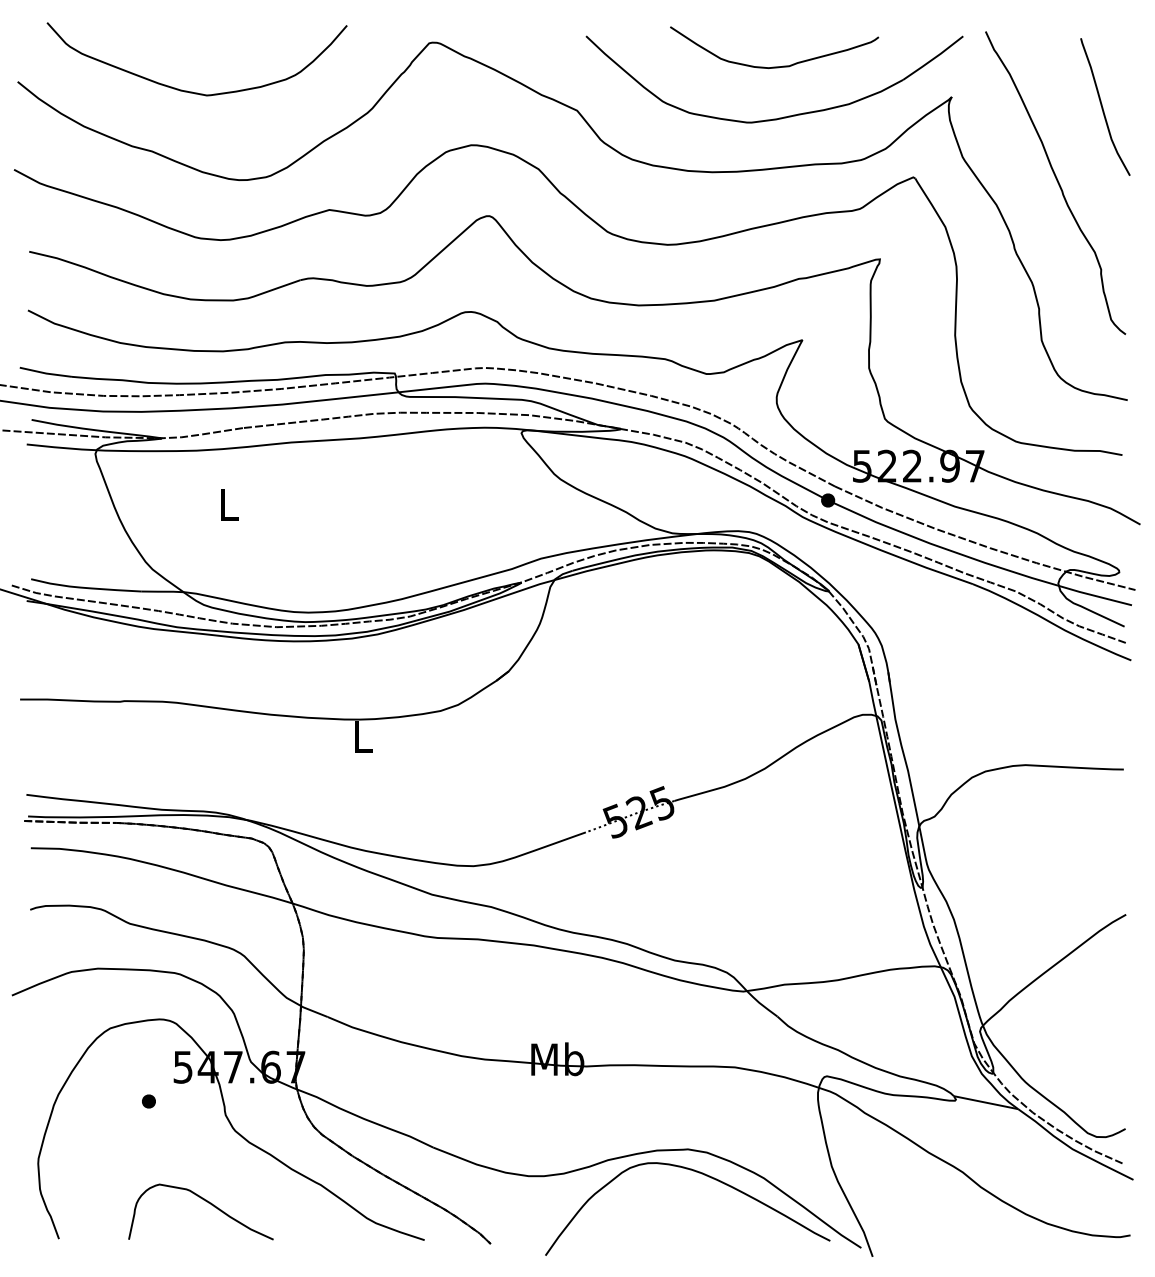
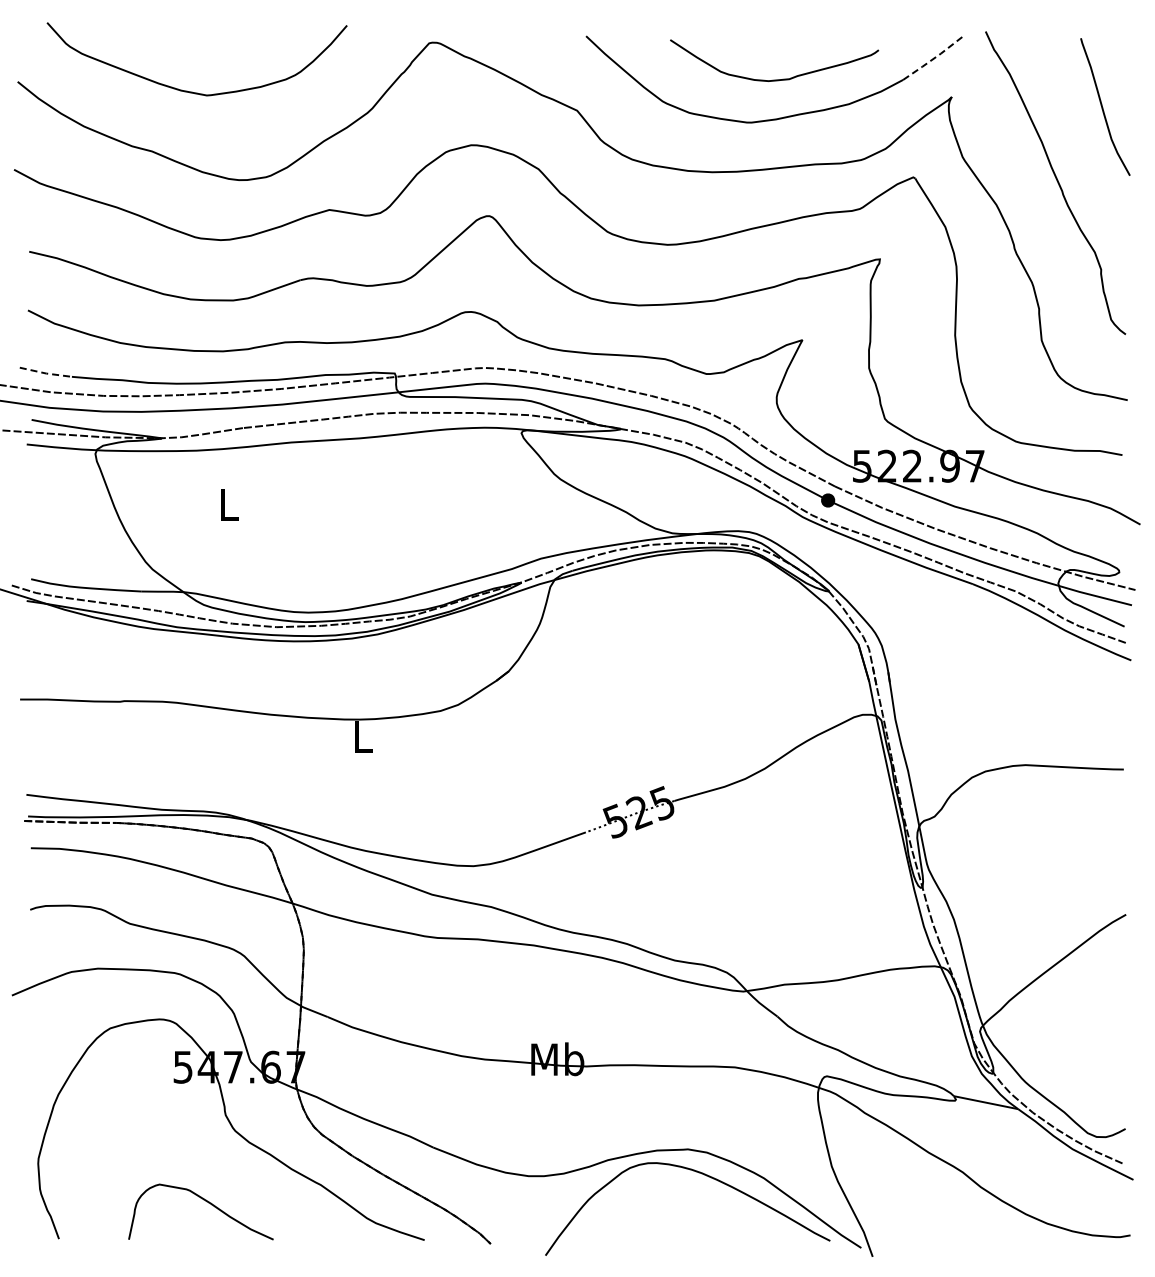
line at (933, 58): solid -> dashed
curve at (774, 66) position: (774, 66) -> (774, 79)
line at (46, 373): solid -> dashed
part at (148, 1101): present -> none
